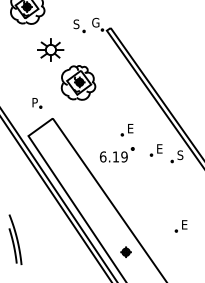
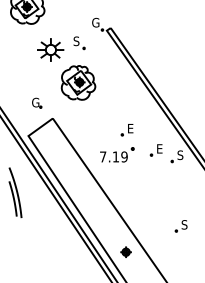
part at (79, 26) position: (79, 26) -> (79, 43)
text at (35, 102): P -> G
text at (102, 156): 6.19 -> 7.19
text at (184, 224): E -> S
part at (15, 239) position: (15, 239) -> (15, 192)
